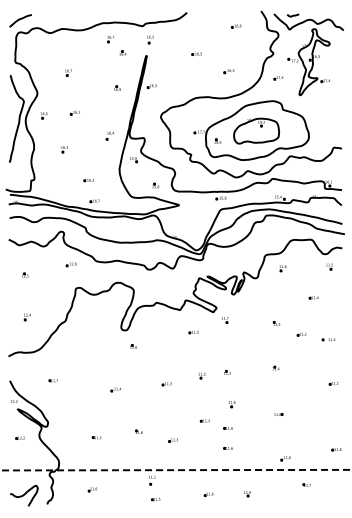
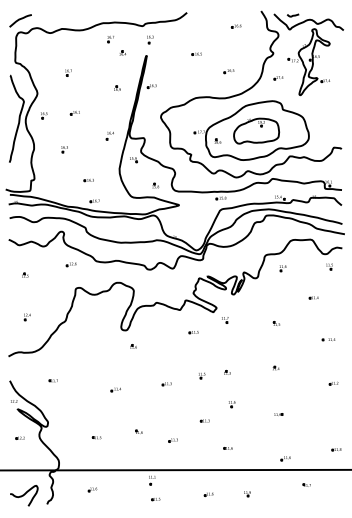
part at (301, 334): present -> none
part at (227, 428): present -> none
line at (175, 470): dashed -> solid
